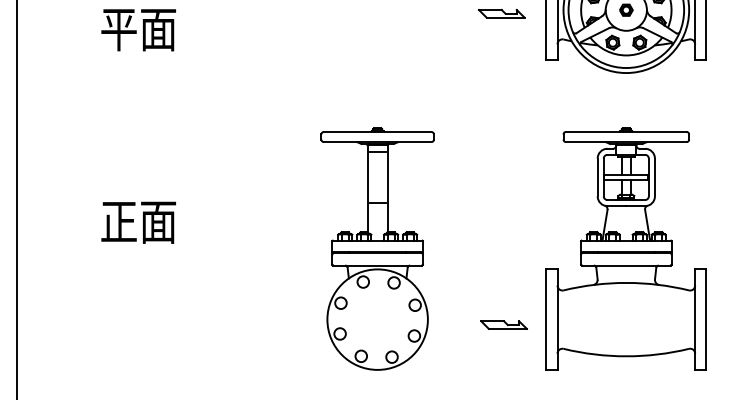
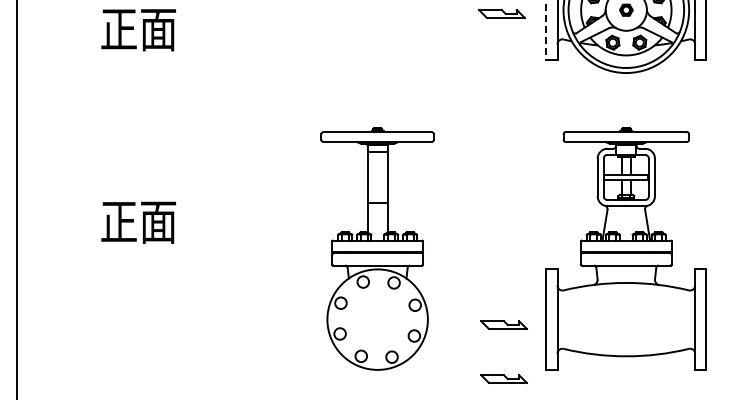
text at (118, 30): 平面 -> 正面
line at (546, 30): solid -> dashed
part at (503, 378): none -> present
